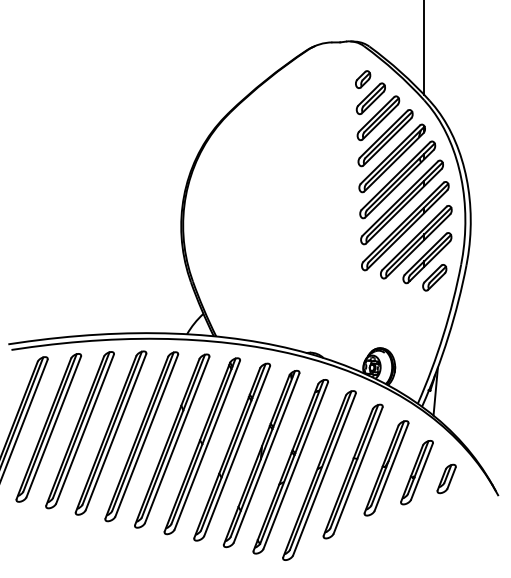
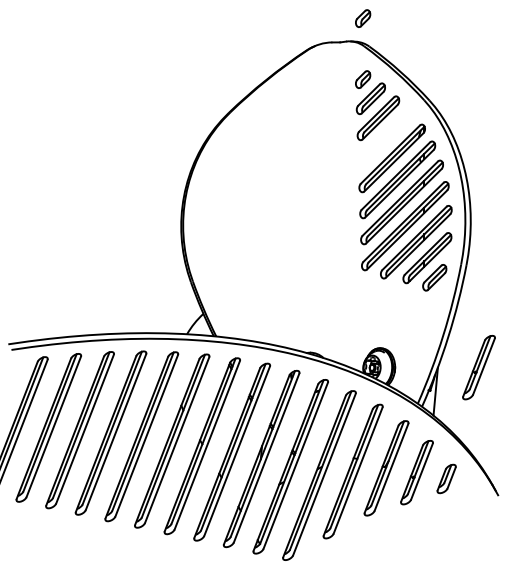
part at (363, 18): none -> present
line at (424, 48): present -> none
part at (385, 138): present -> none
part at (478, 367): none -> present
